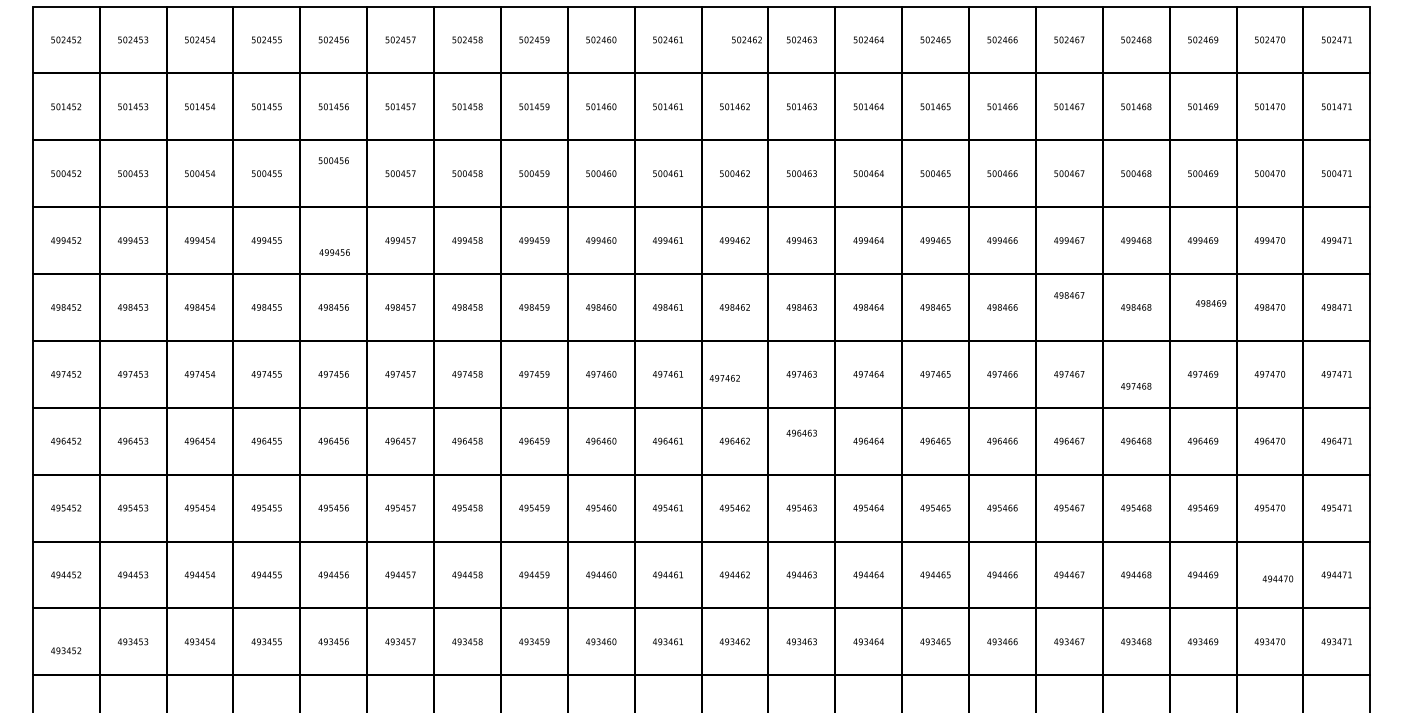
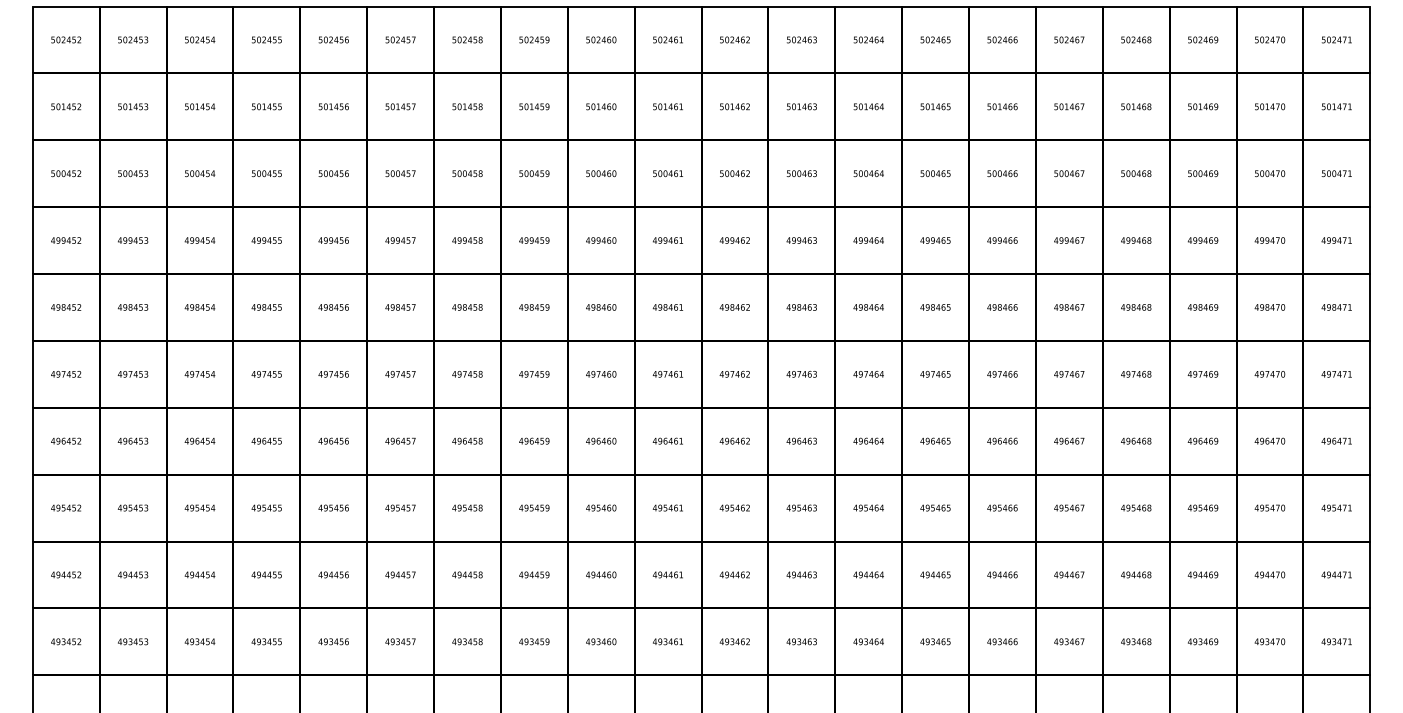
text at (746, 39) position: (746, 39) -> (734, 39)
text at (333, 160) position: (333, 160) -> (333, 173)
text at (334, 252) position: (334, 252) -> (333, 240)
text at (1069, 295) position: (1069, 295) -> (1069, 307)
text at (1210, 303) position: (1210, 303) -> (1202, 307)
text at (724, 378) position: (724, 378) -> (734, 374)
text at (1136, 386) position: (1136, 386) -> (1136, 374)
text at (801, 432) position: (801, 432) -> (801, 440)
text at (1277, 578) position: (1277, 578) -> (1269, 574)
text at (66, 650) position: (66, 650) -> (66, 641)
